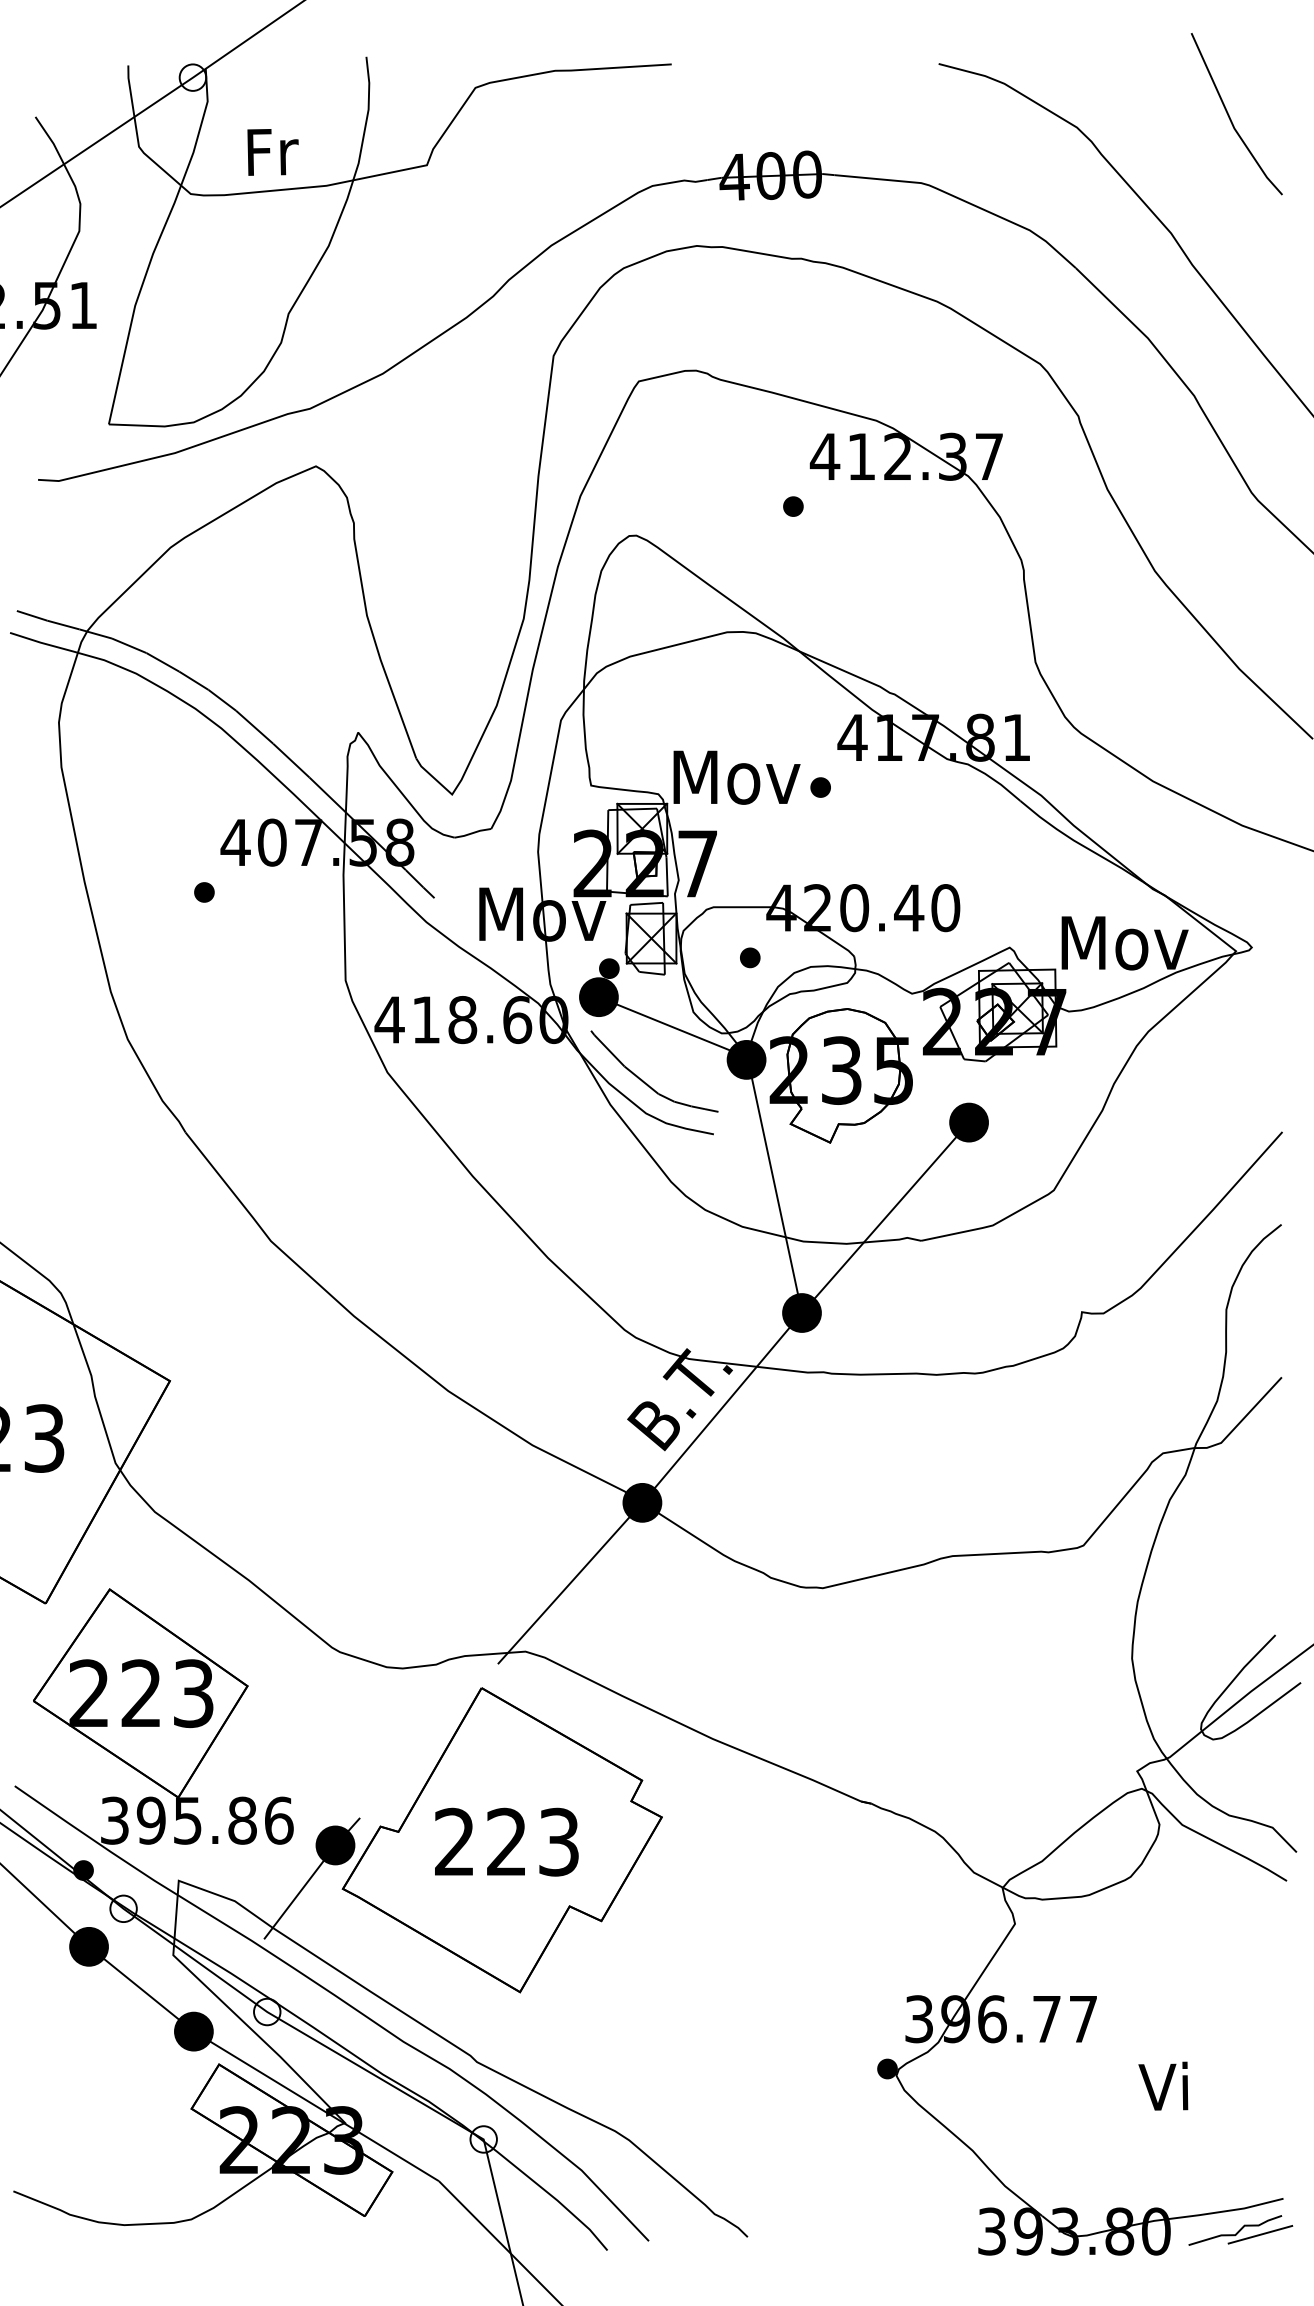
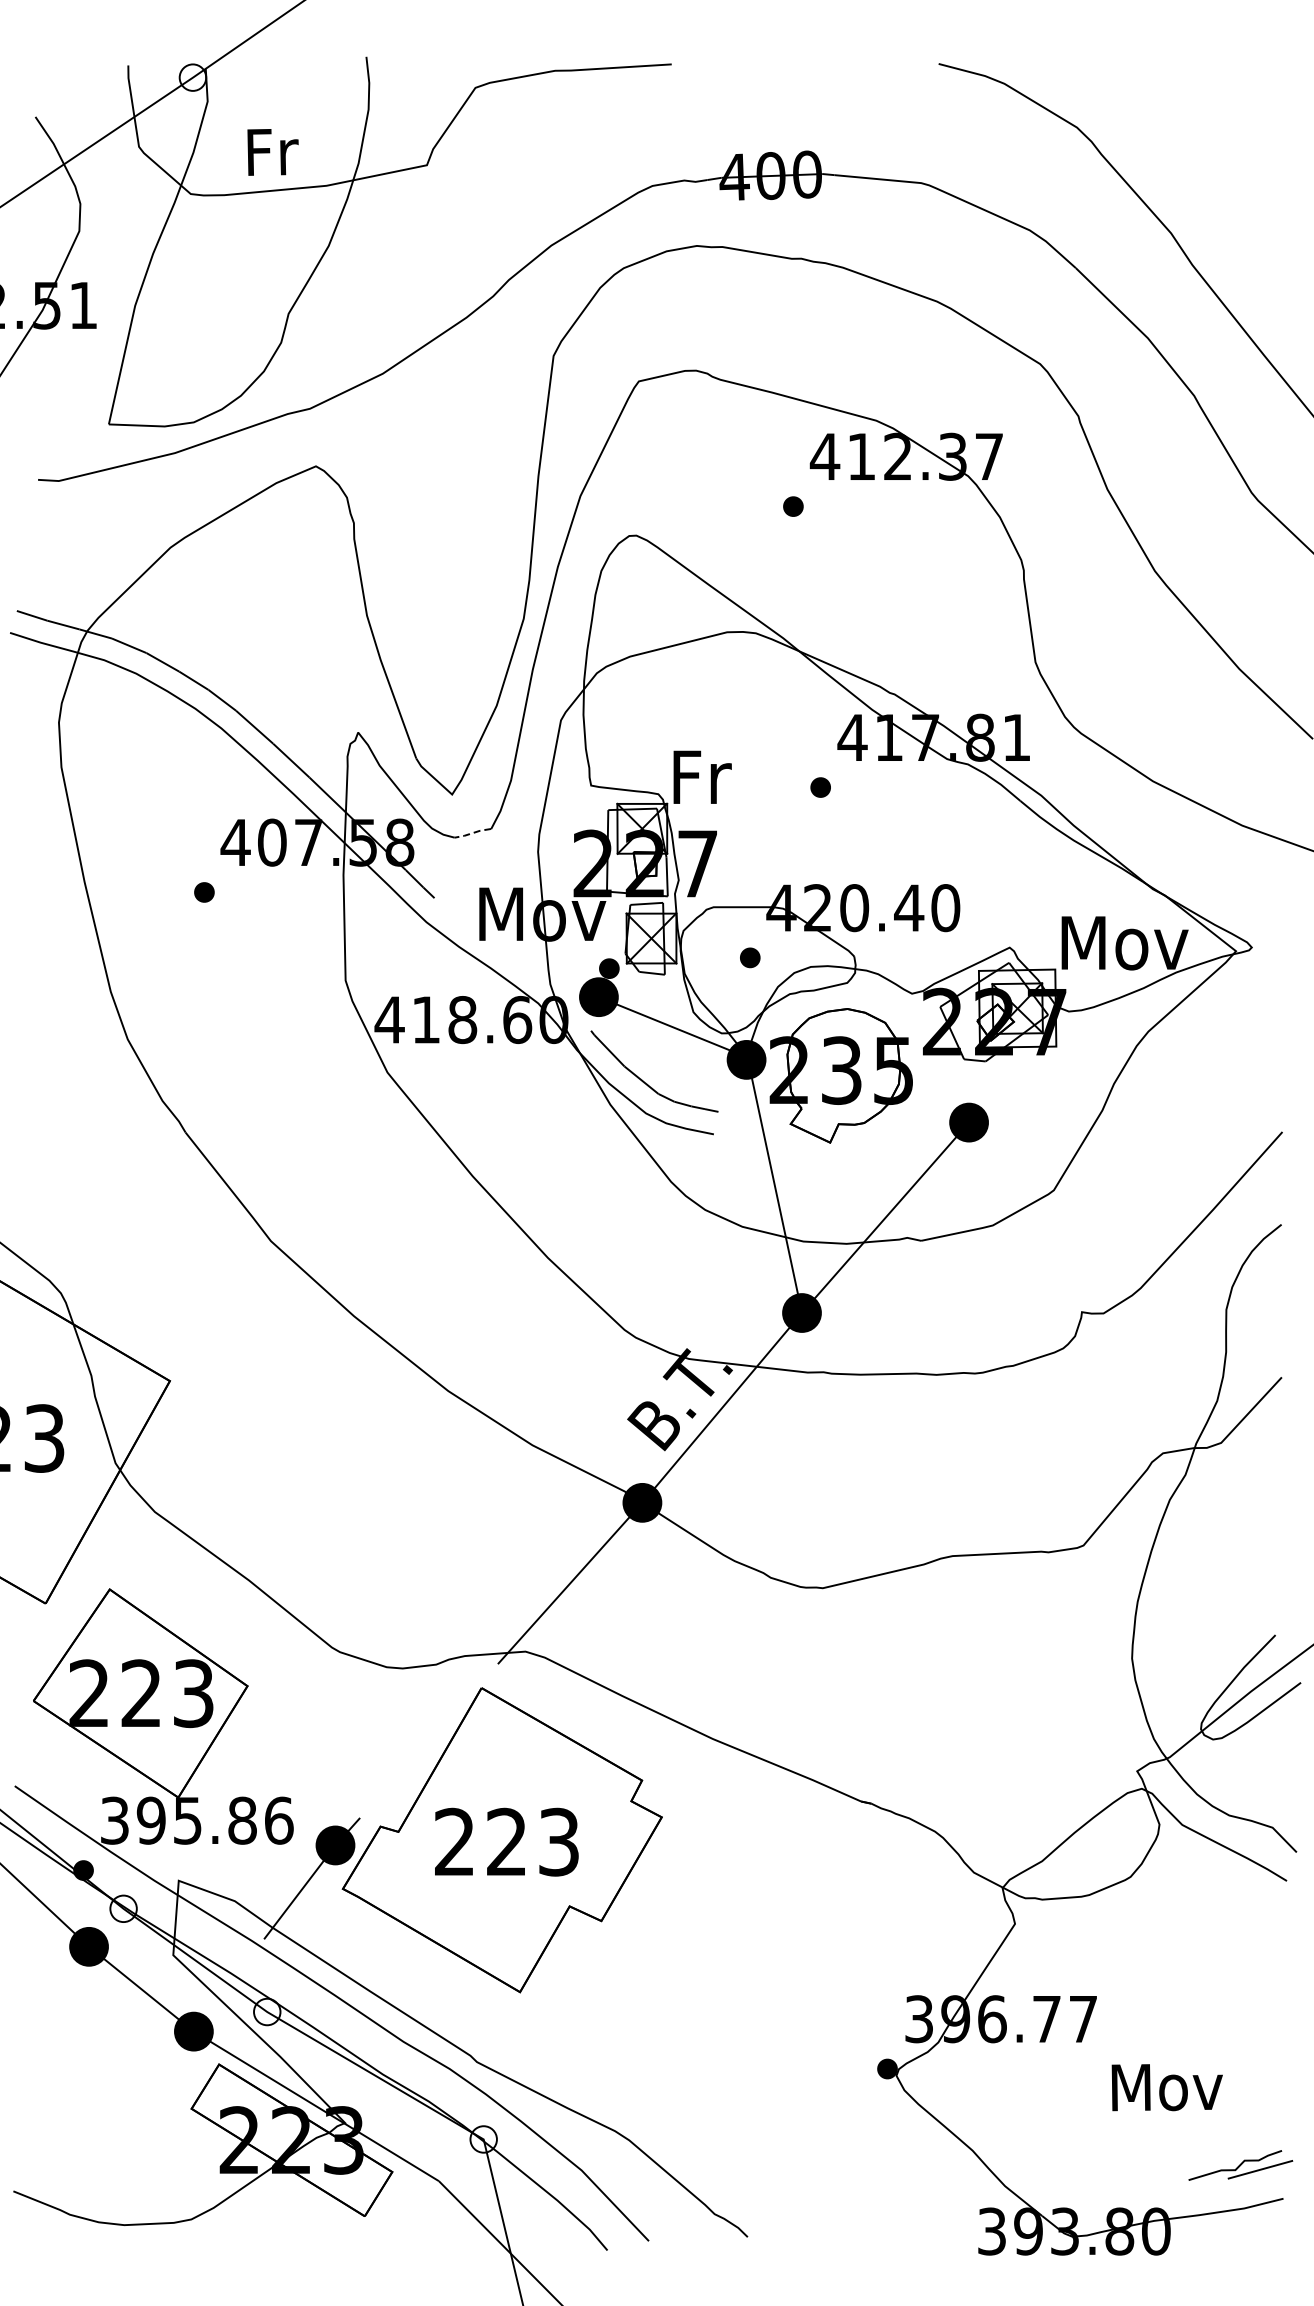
line at (1230, 117): present -> none
text at (740, 777): Mov -> Fr
line at (472, 833): solid -> dashed
text at (1166, 2086): Vi -> Mov
part at (1240, 2230) position: (1240, 2230) -> (1240, 2165)
